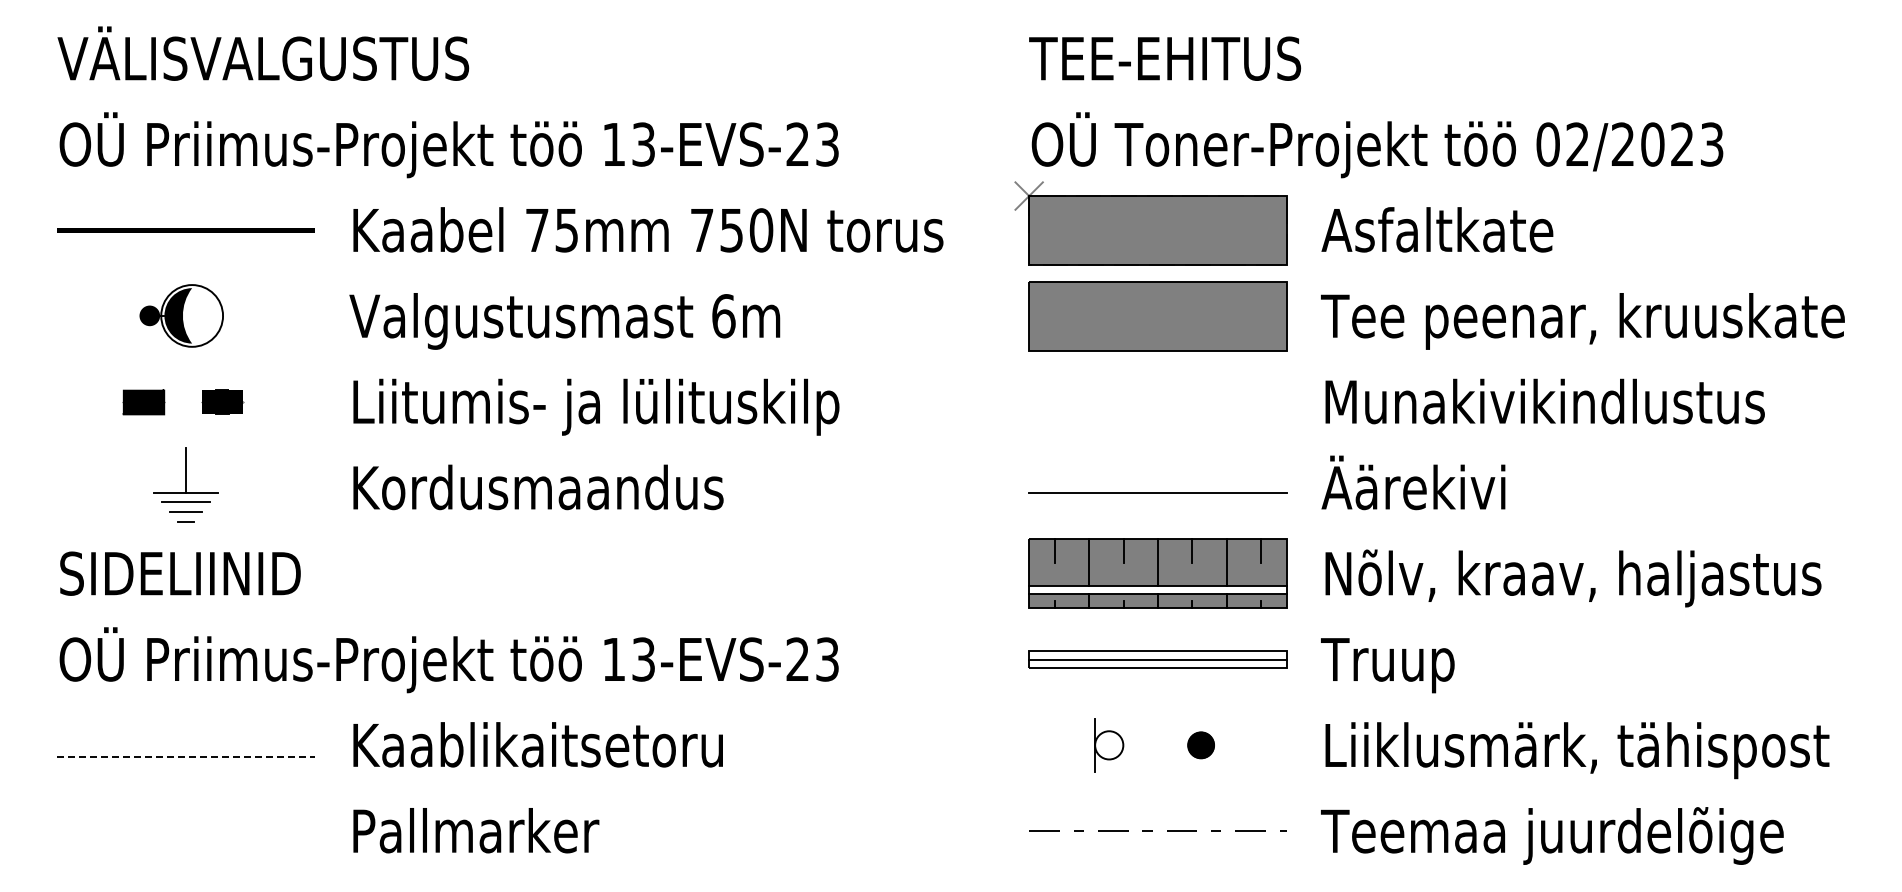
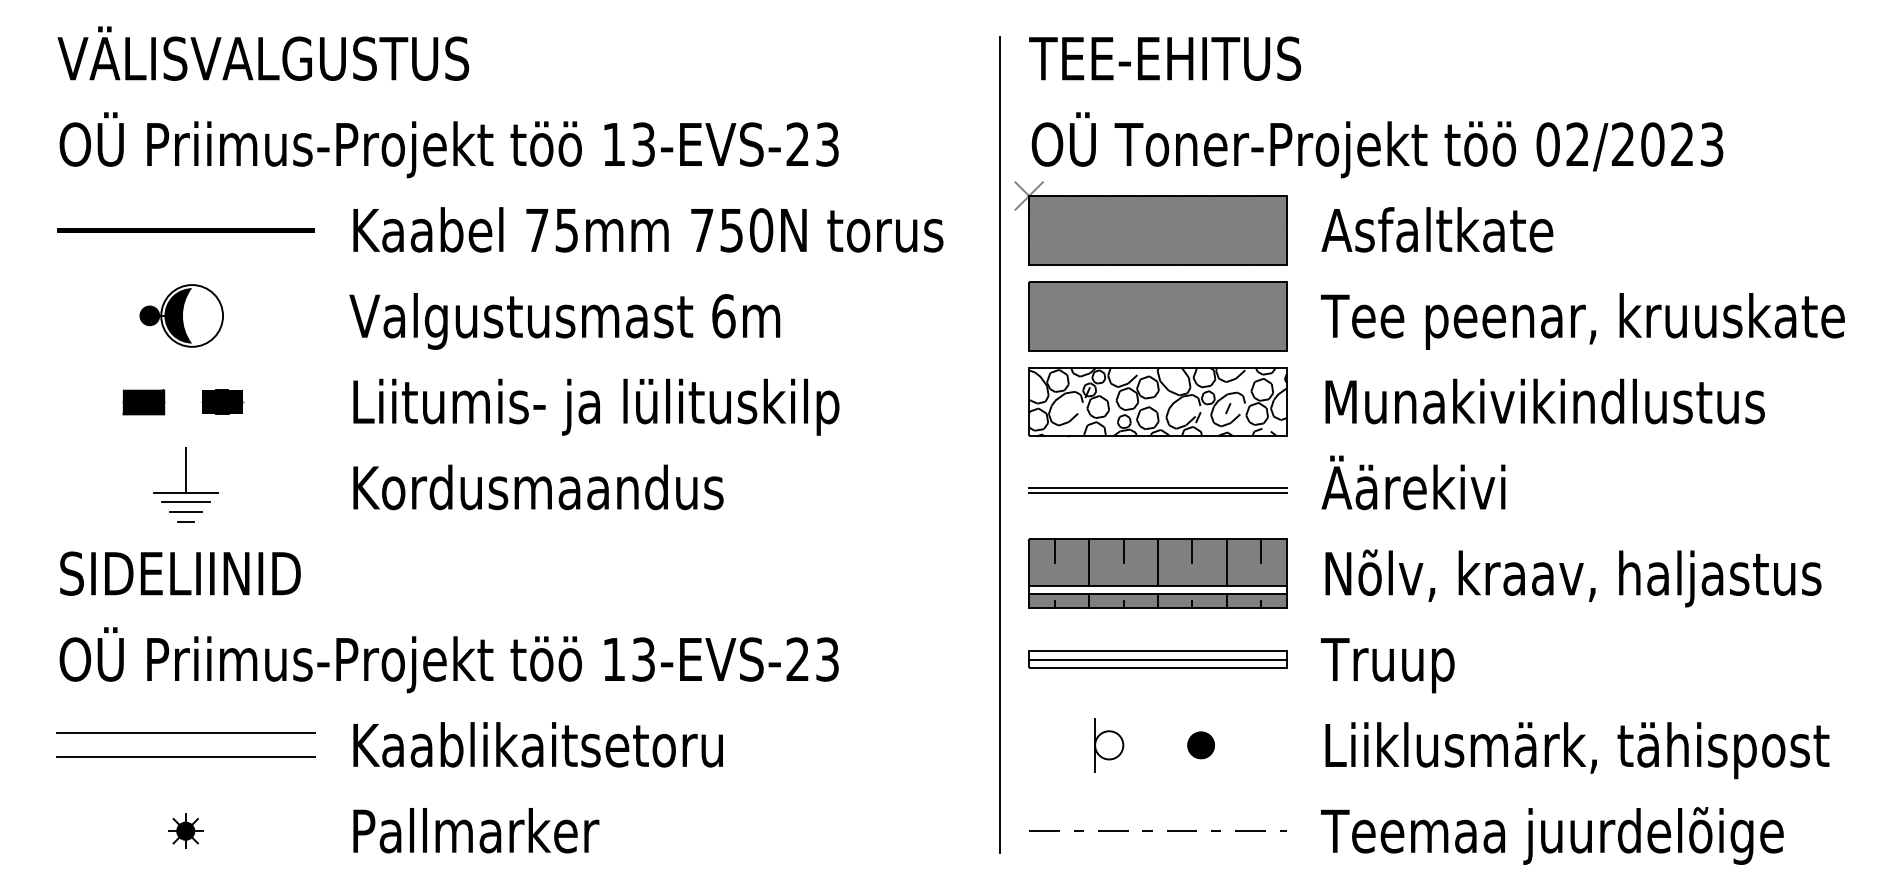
part at (1157, 402): none -> present
line at (1000, 445): none -> present
line at (1157, 487): none -> present
line at (185, 732): none -> present
line at (185, 757): dashed -> solid
part at (185, 830): none -> present
